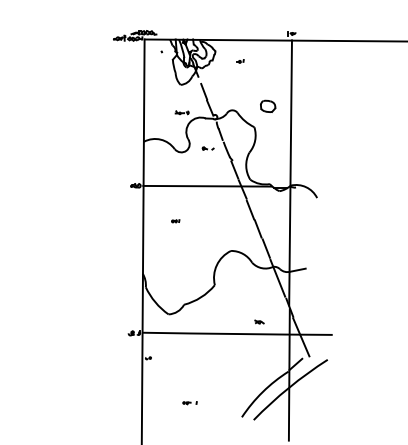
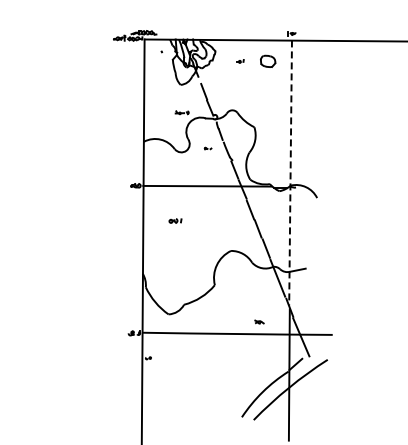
part at (268, 105) position: (268, 105) -> (268, 60)
part at (207, 148) size: 14x5 px -> 10x5 px
line at (290, 173): solid -> dashed
part at (175, 221) size: 10x5 px -> 15x6 px
part at (189, 403): present -> none
